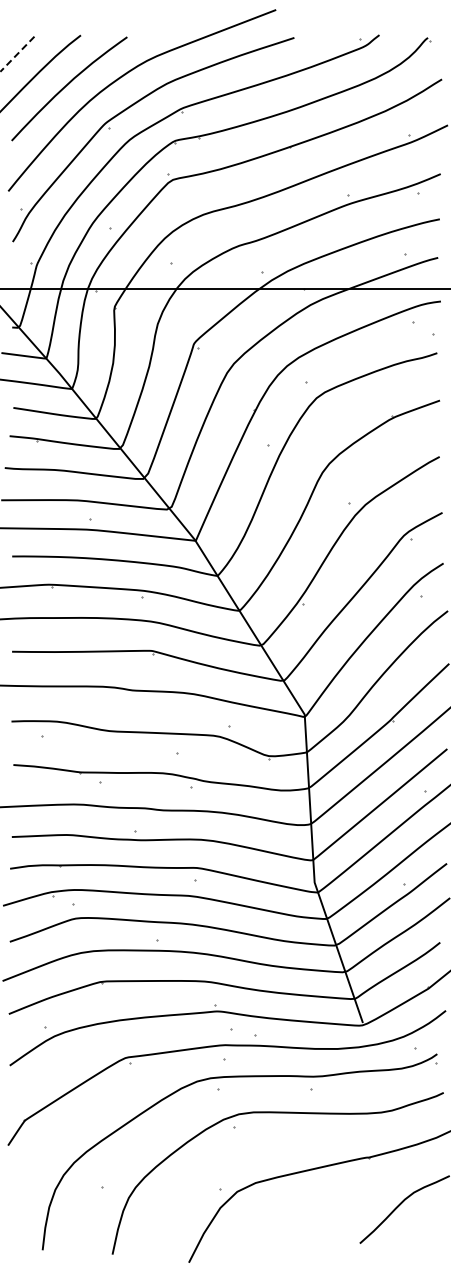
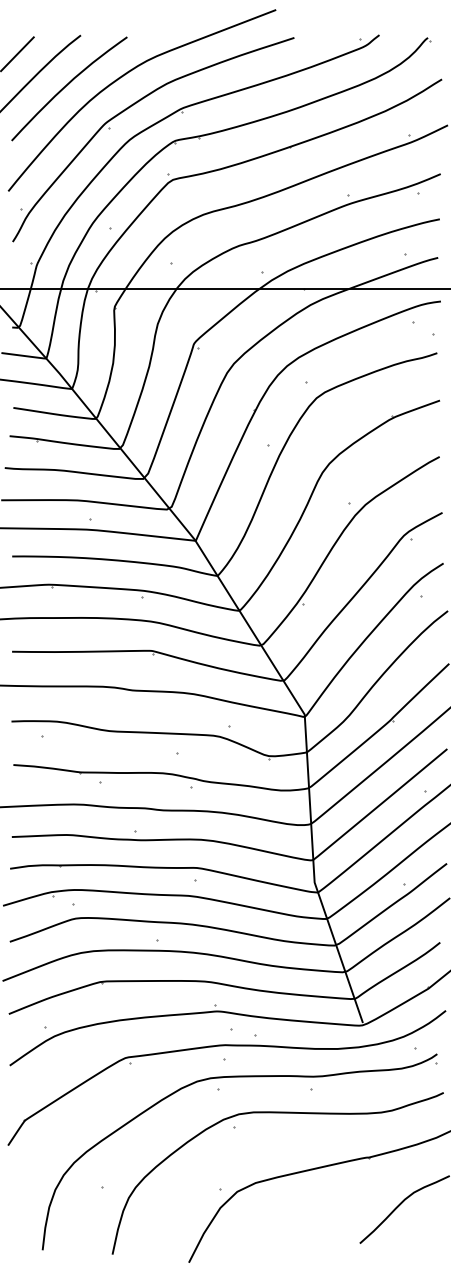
line at (17, 54): dashed -> solid
